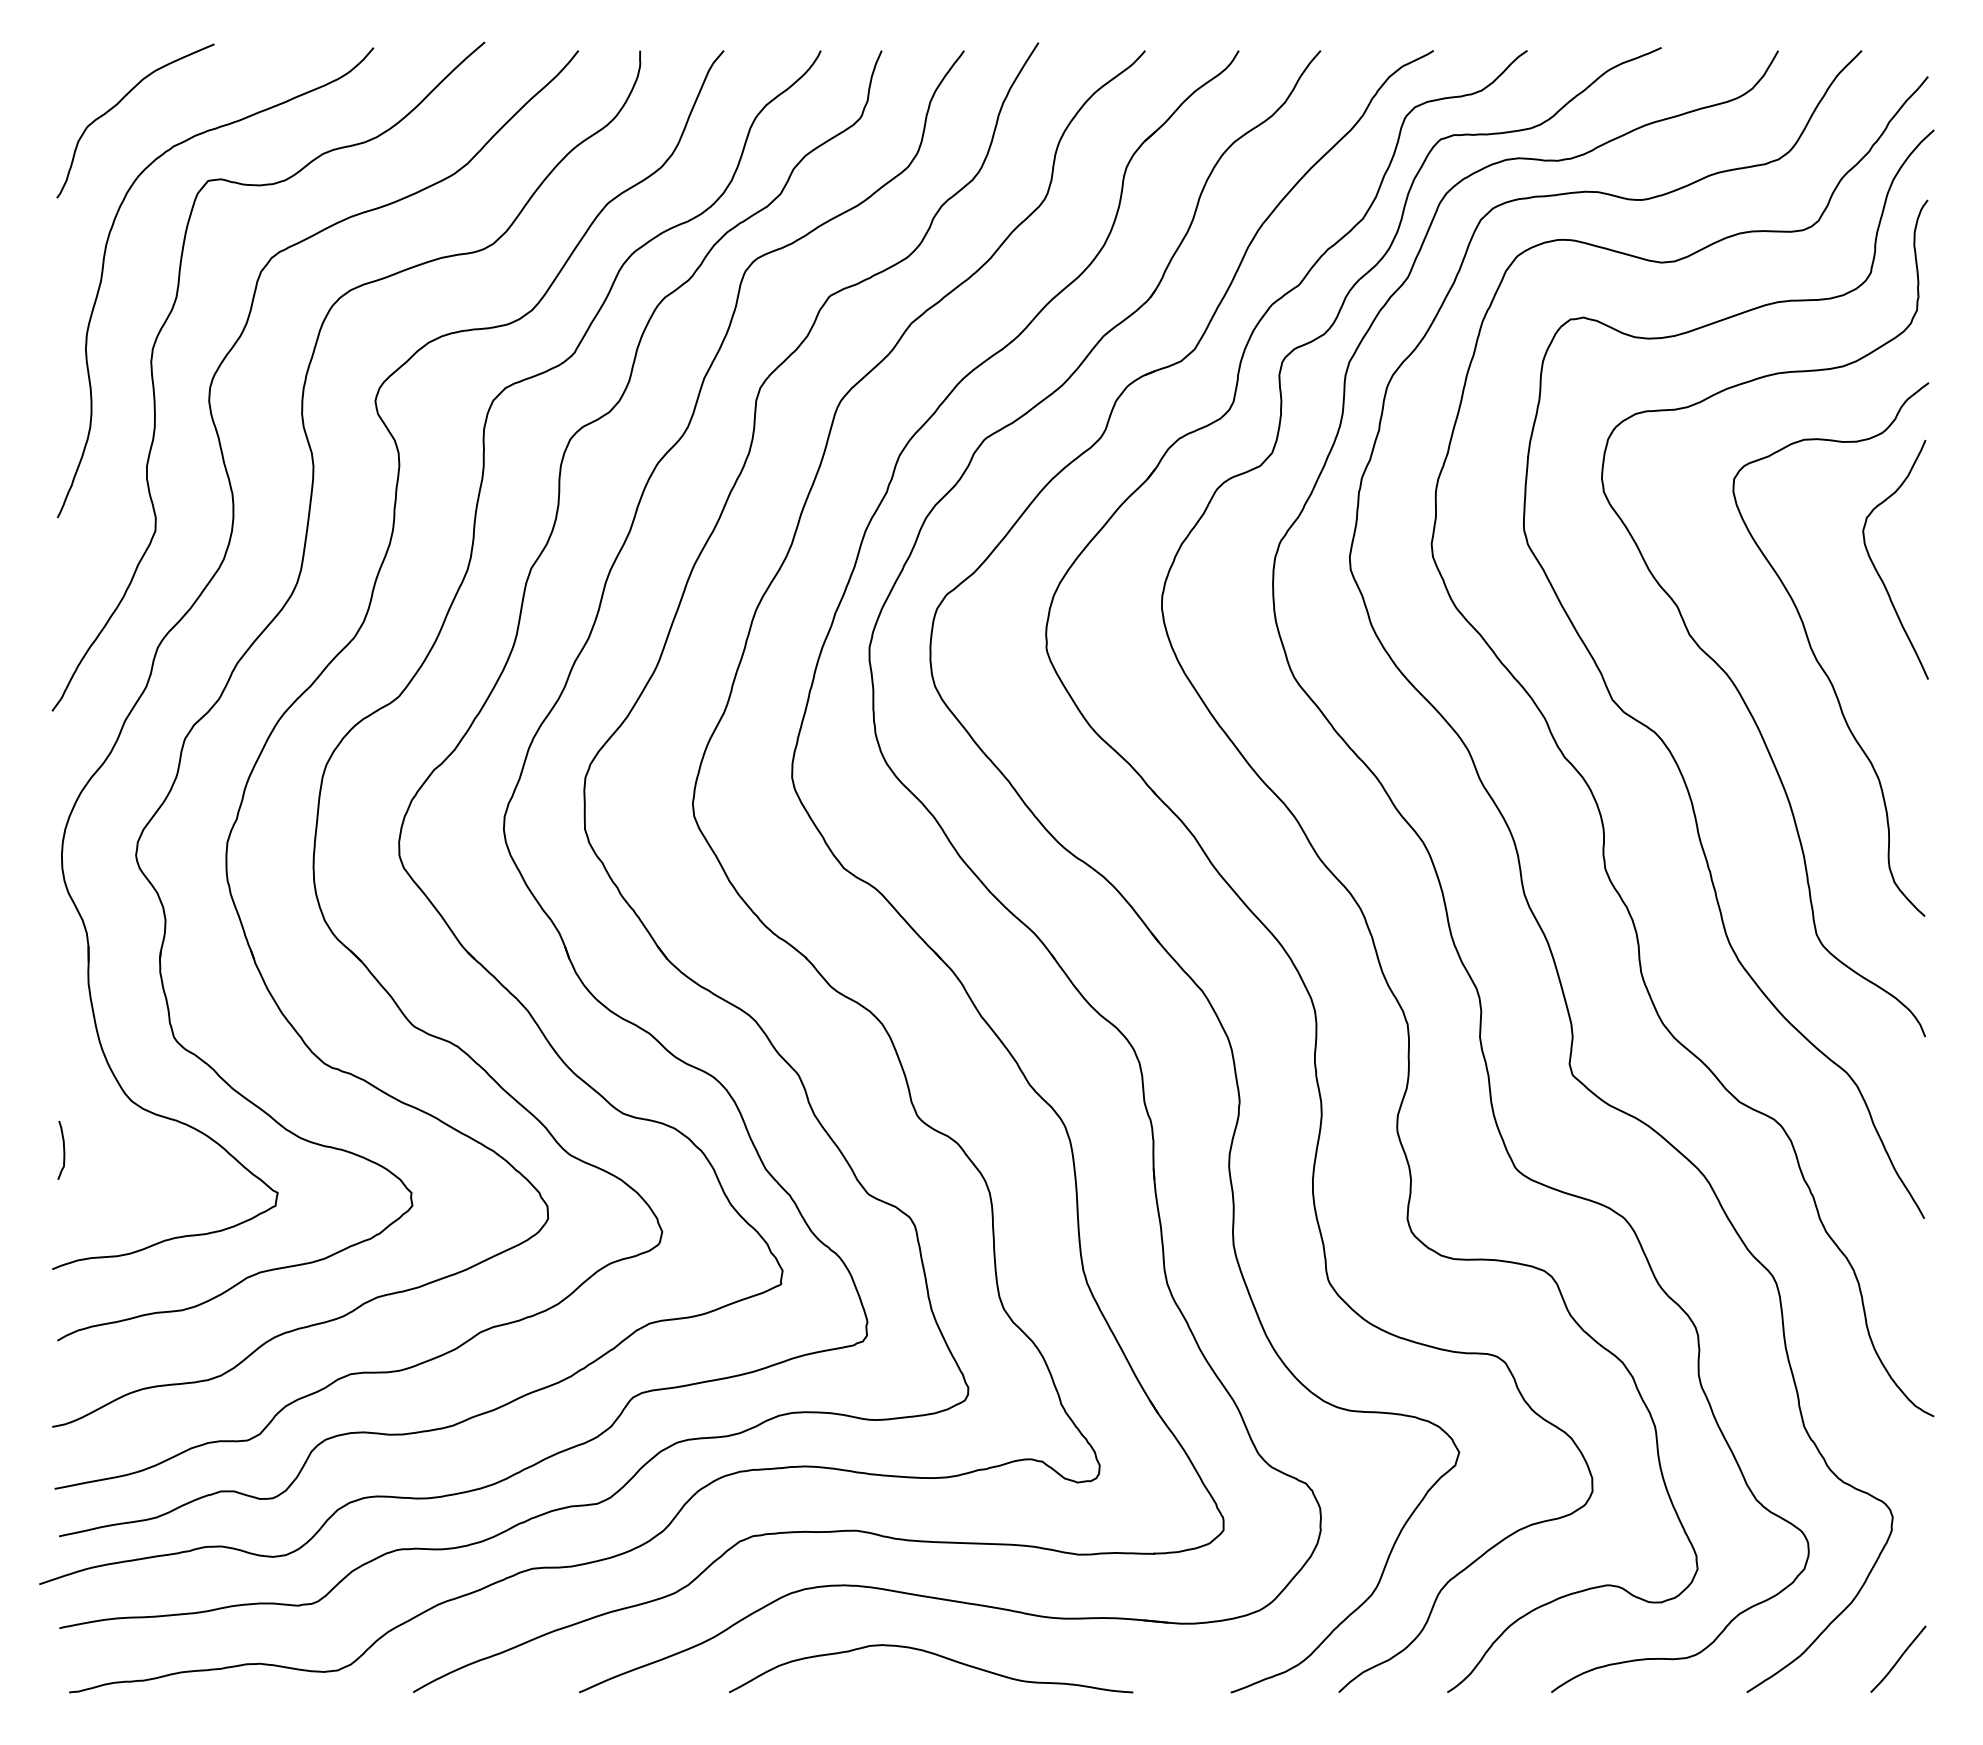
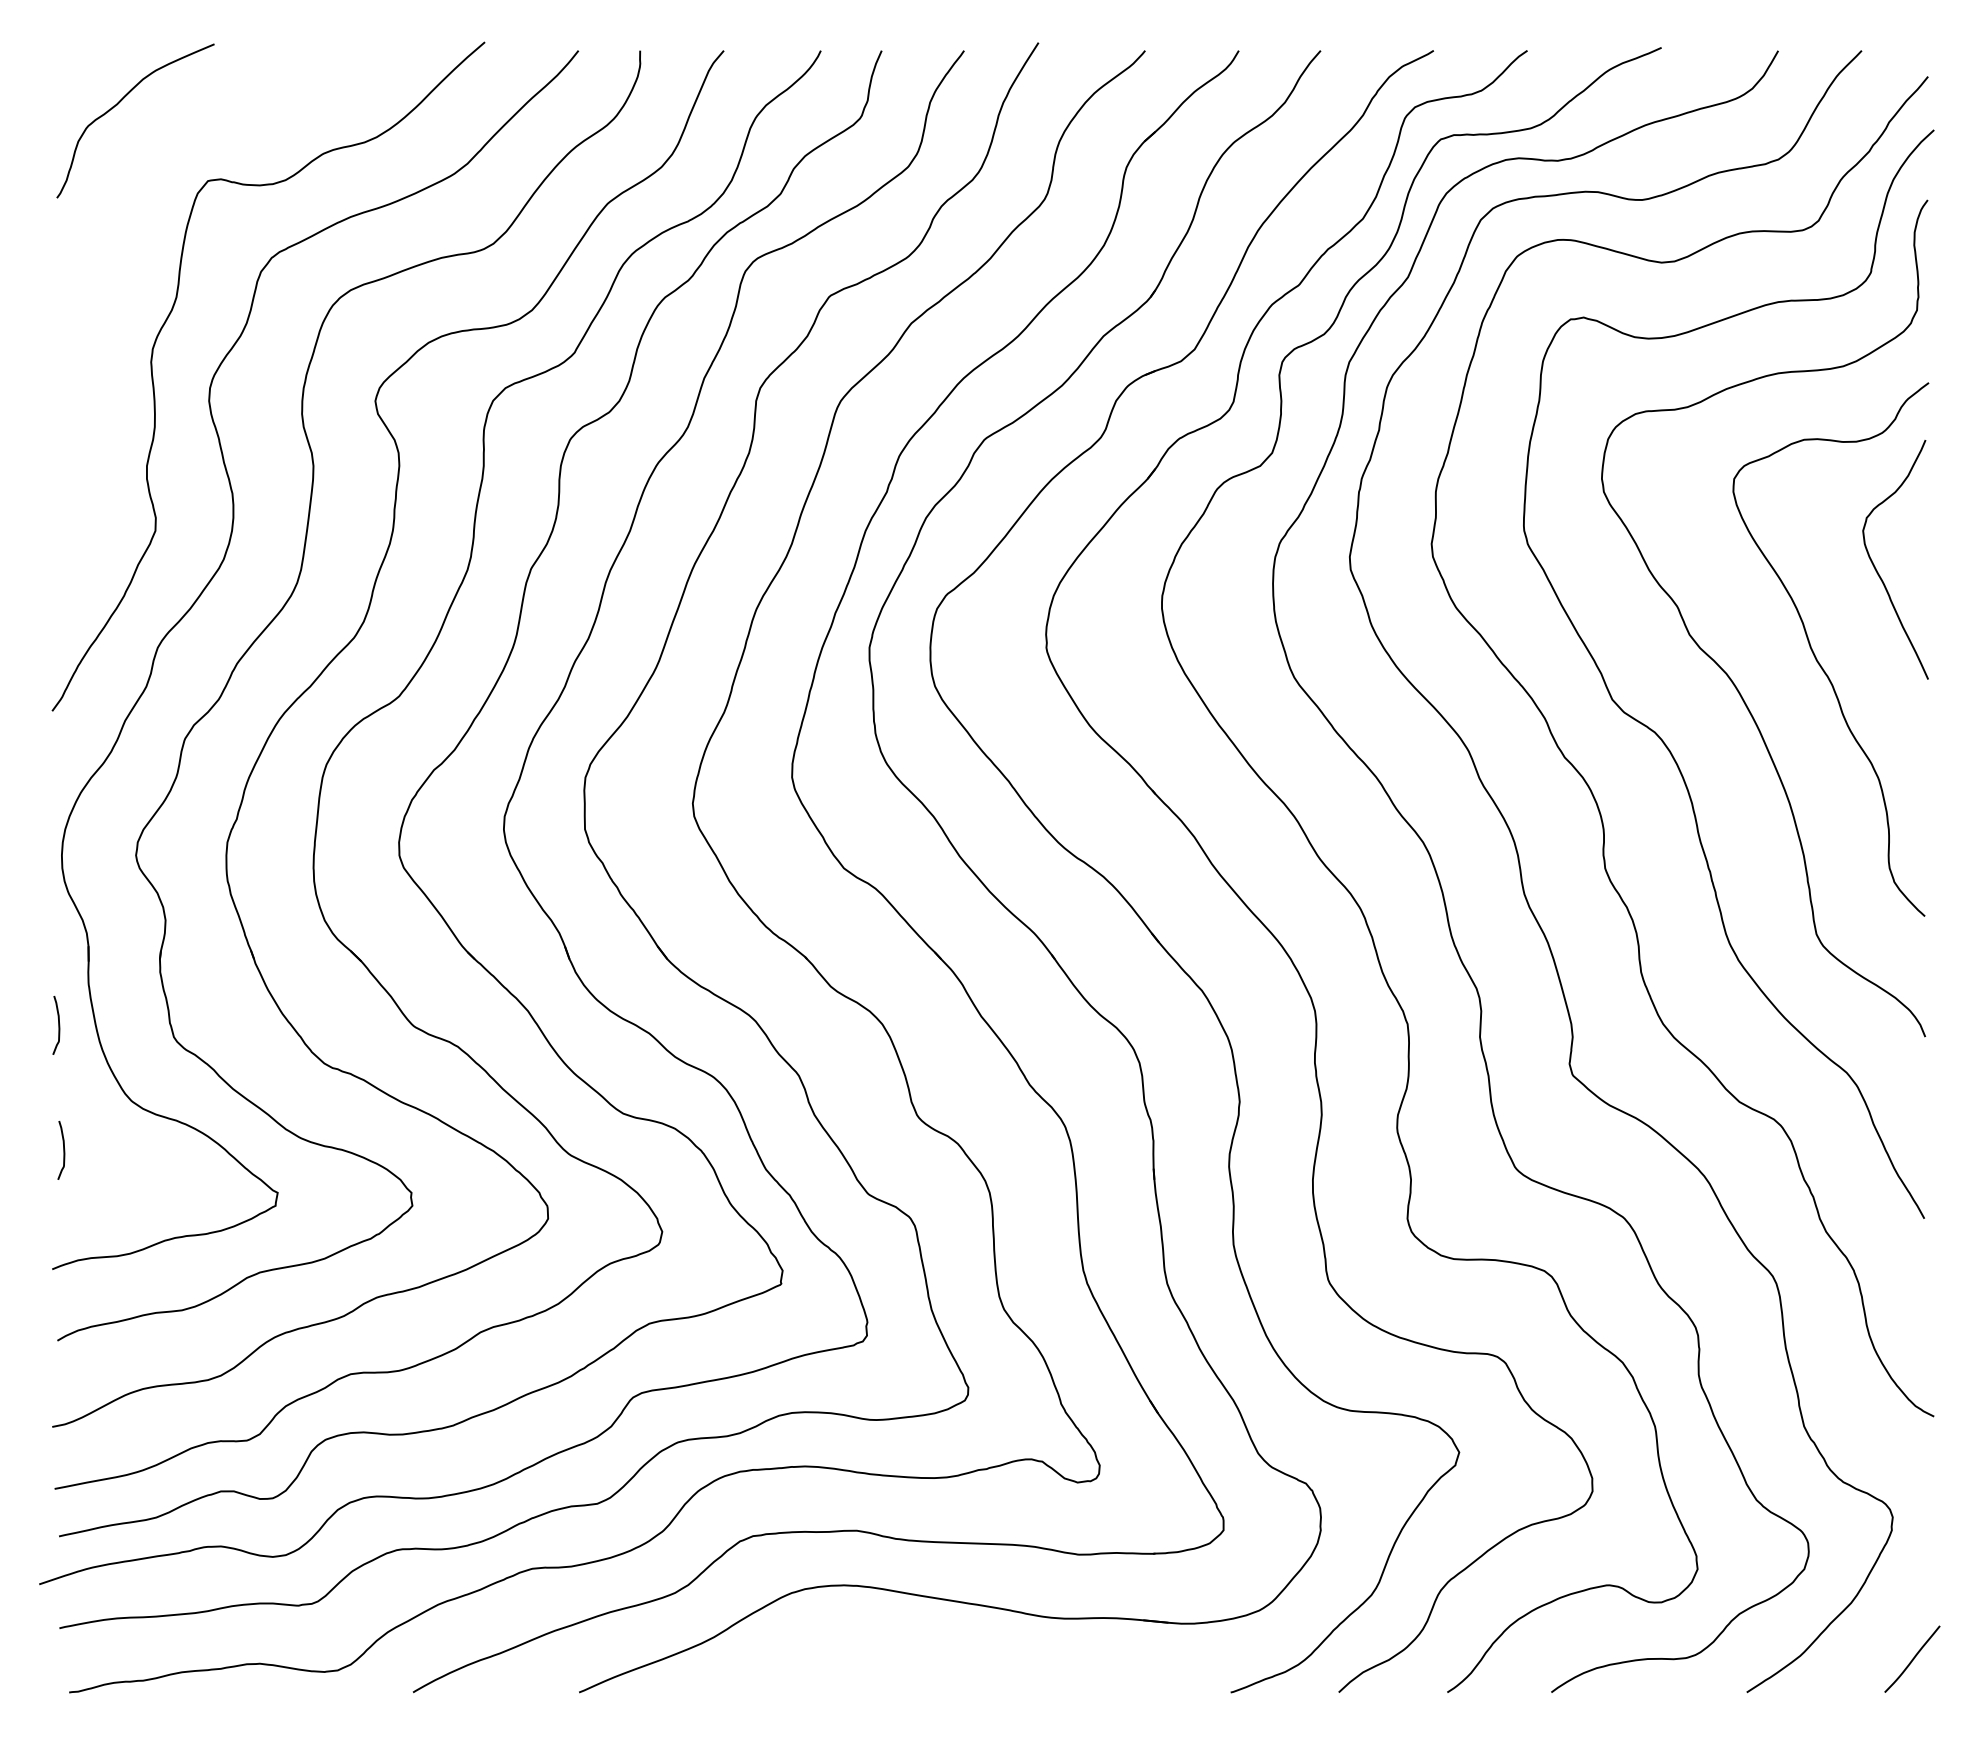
curve at (103, 272): present -> none
curve at (58, 1025): none -> present
curve at (935, 1655): present -> none
curve at (1898, 1658) position: (1898, 1658) -> (1912, 1658)
